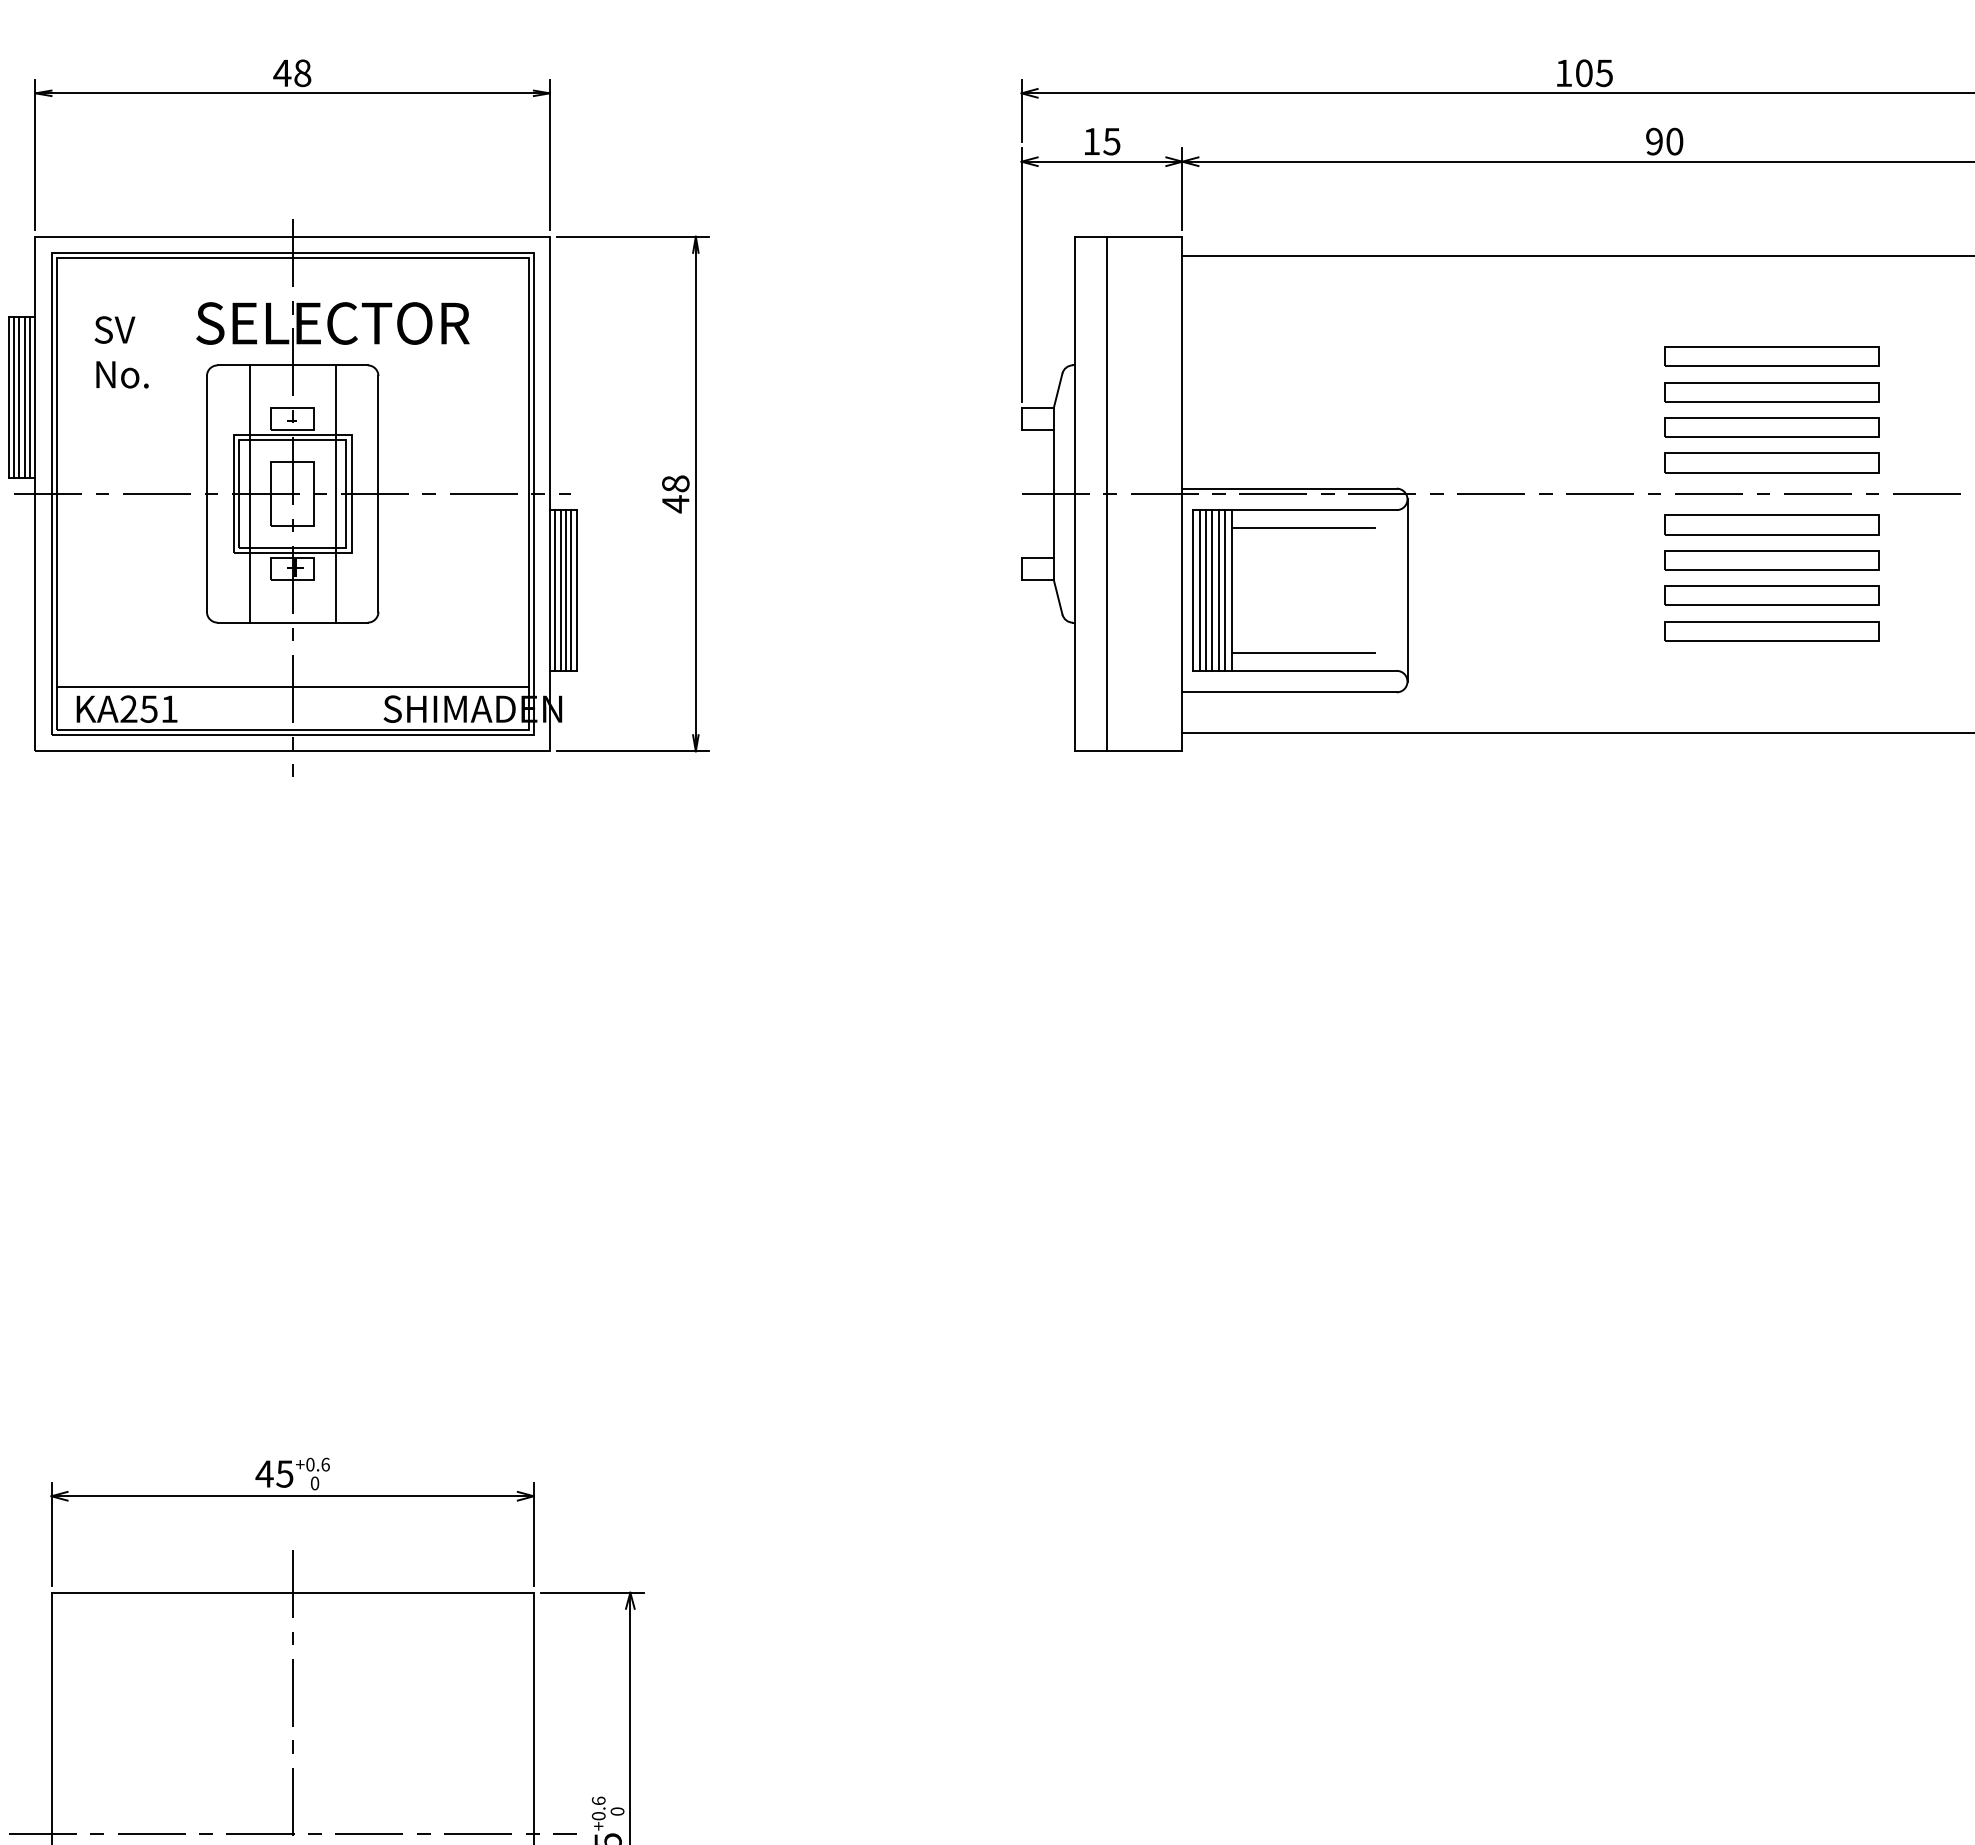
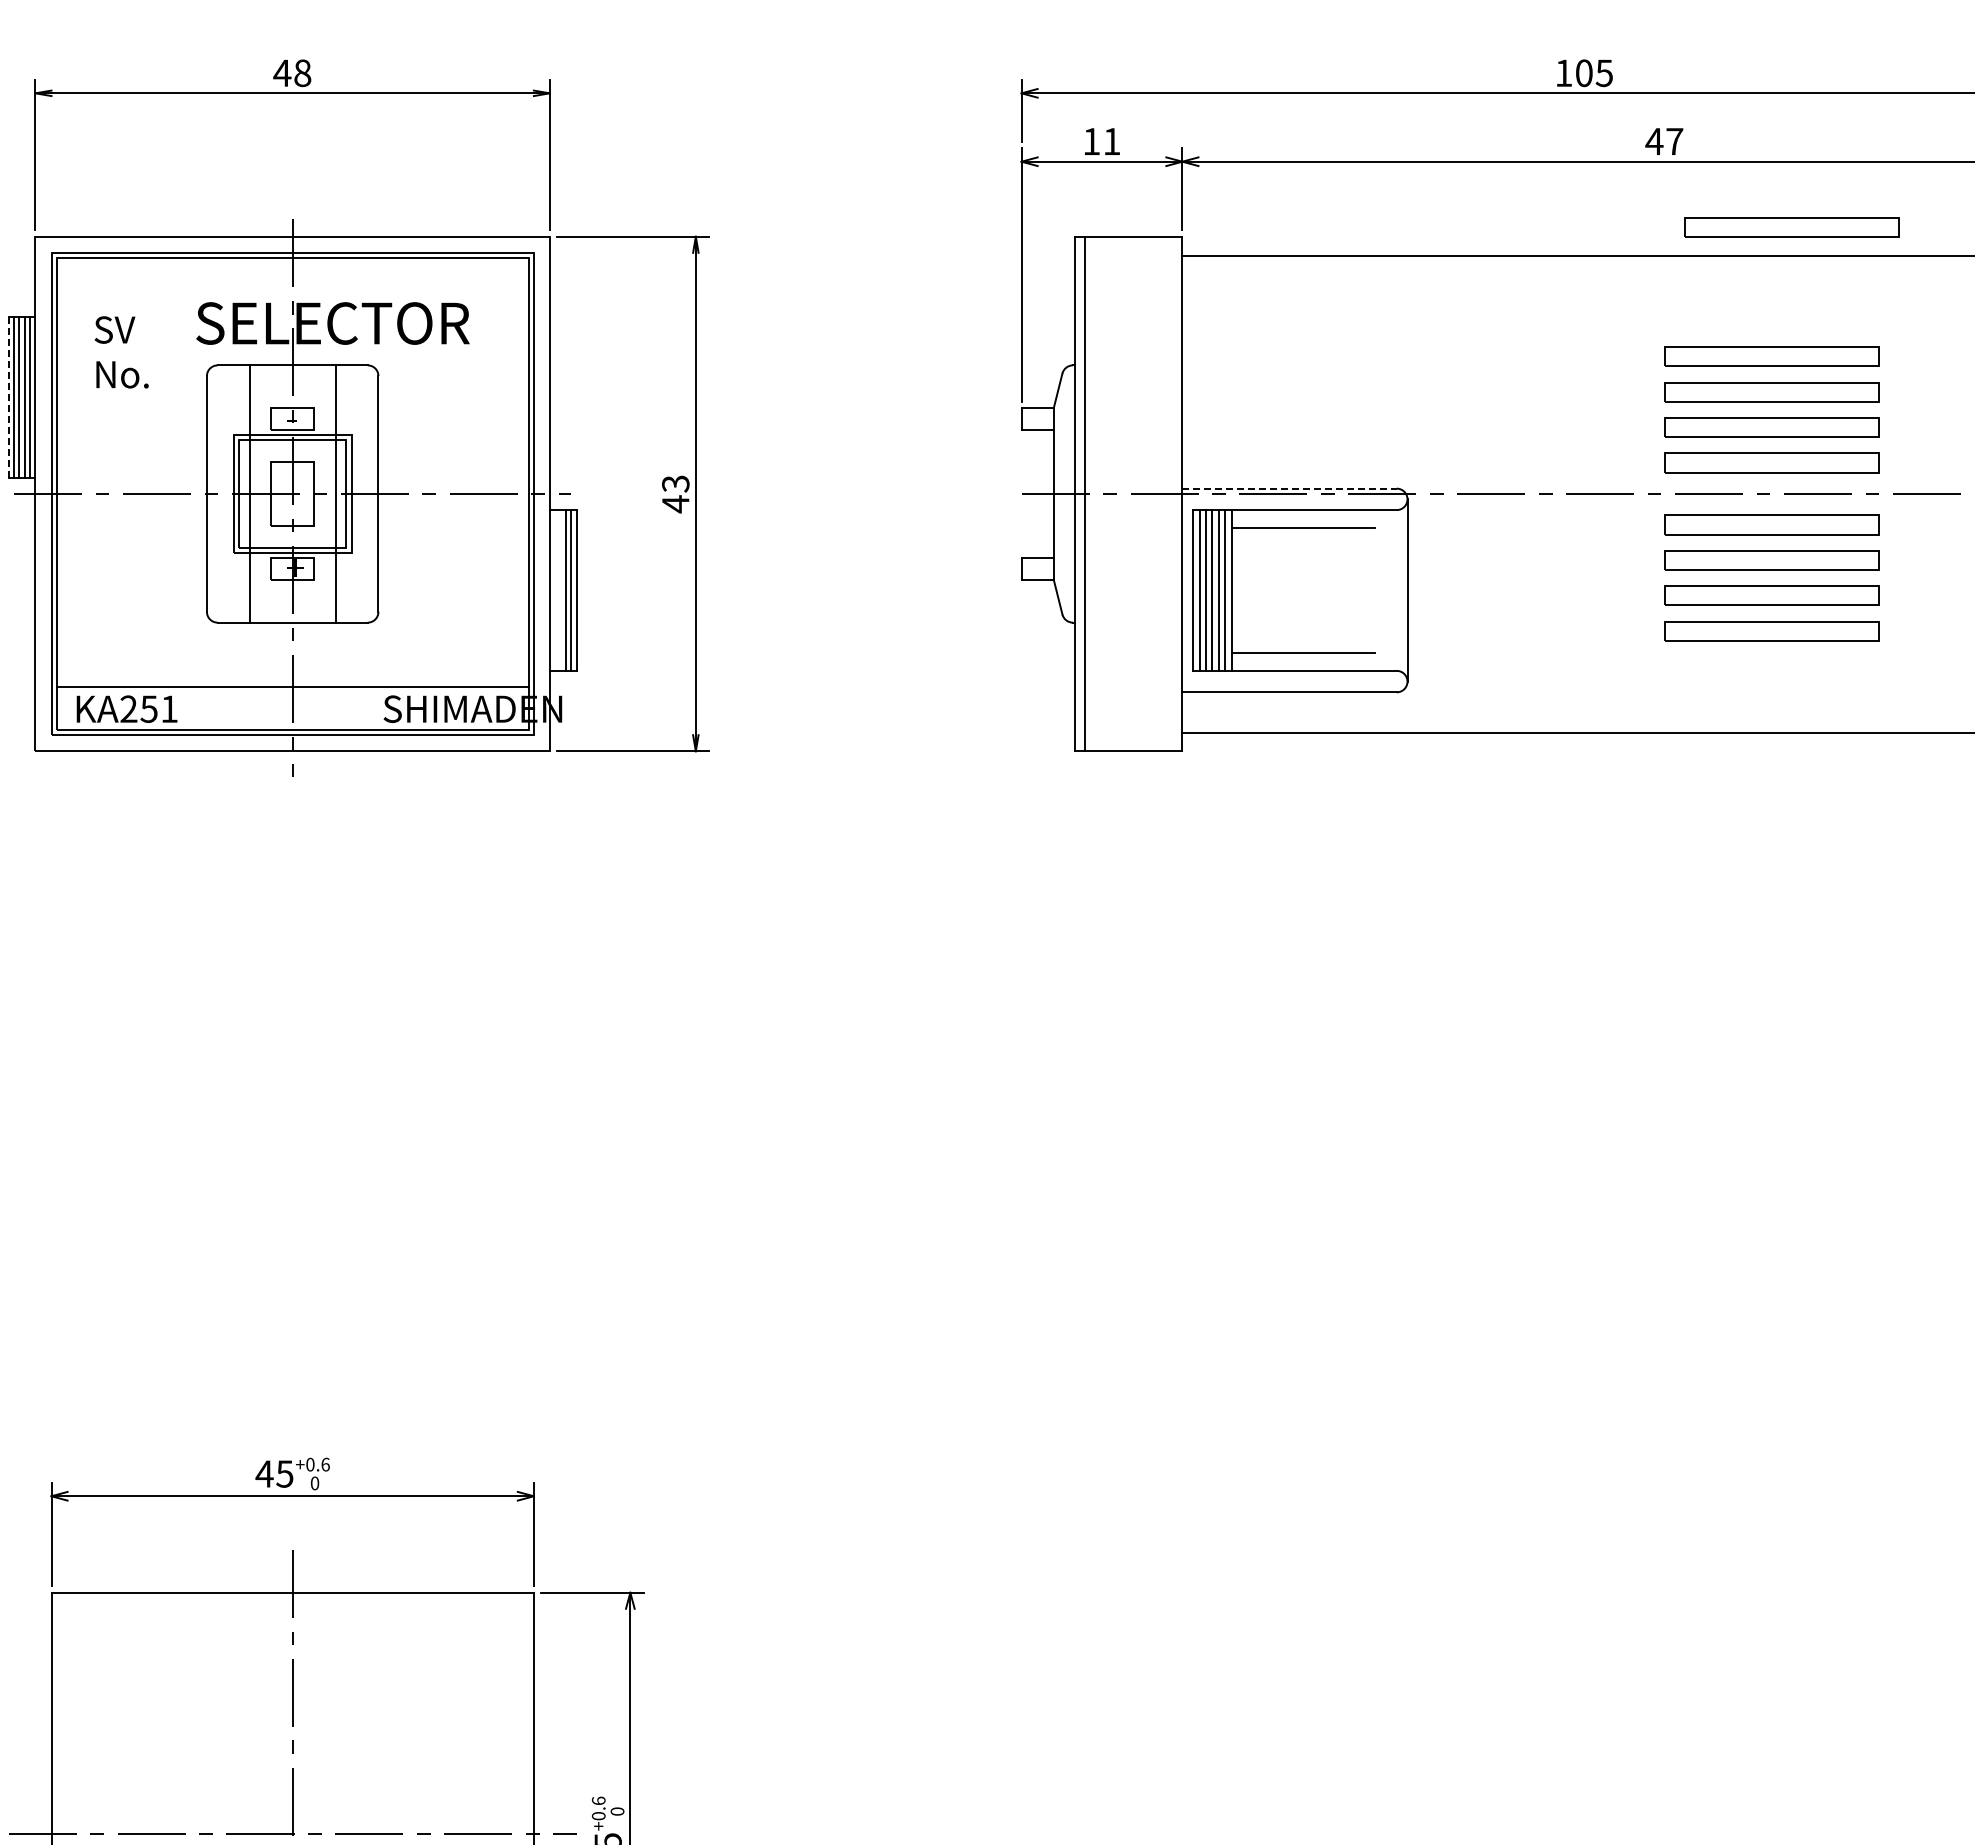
text at (1111, 141): 15 -> 11
text at (1664, 141): 90 -> 47
part at (1791, 227): none -> present
line at (8, 397): solid -> dashed
text at (675, 483): 48 -> 43
line at (1290, 488): solid -> dashed
line at (1107, 493) position: (1107, 493) -> (1085, 493)
line at (555, 590): present -> none
line at (560, 590): present -> none
